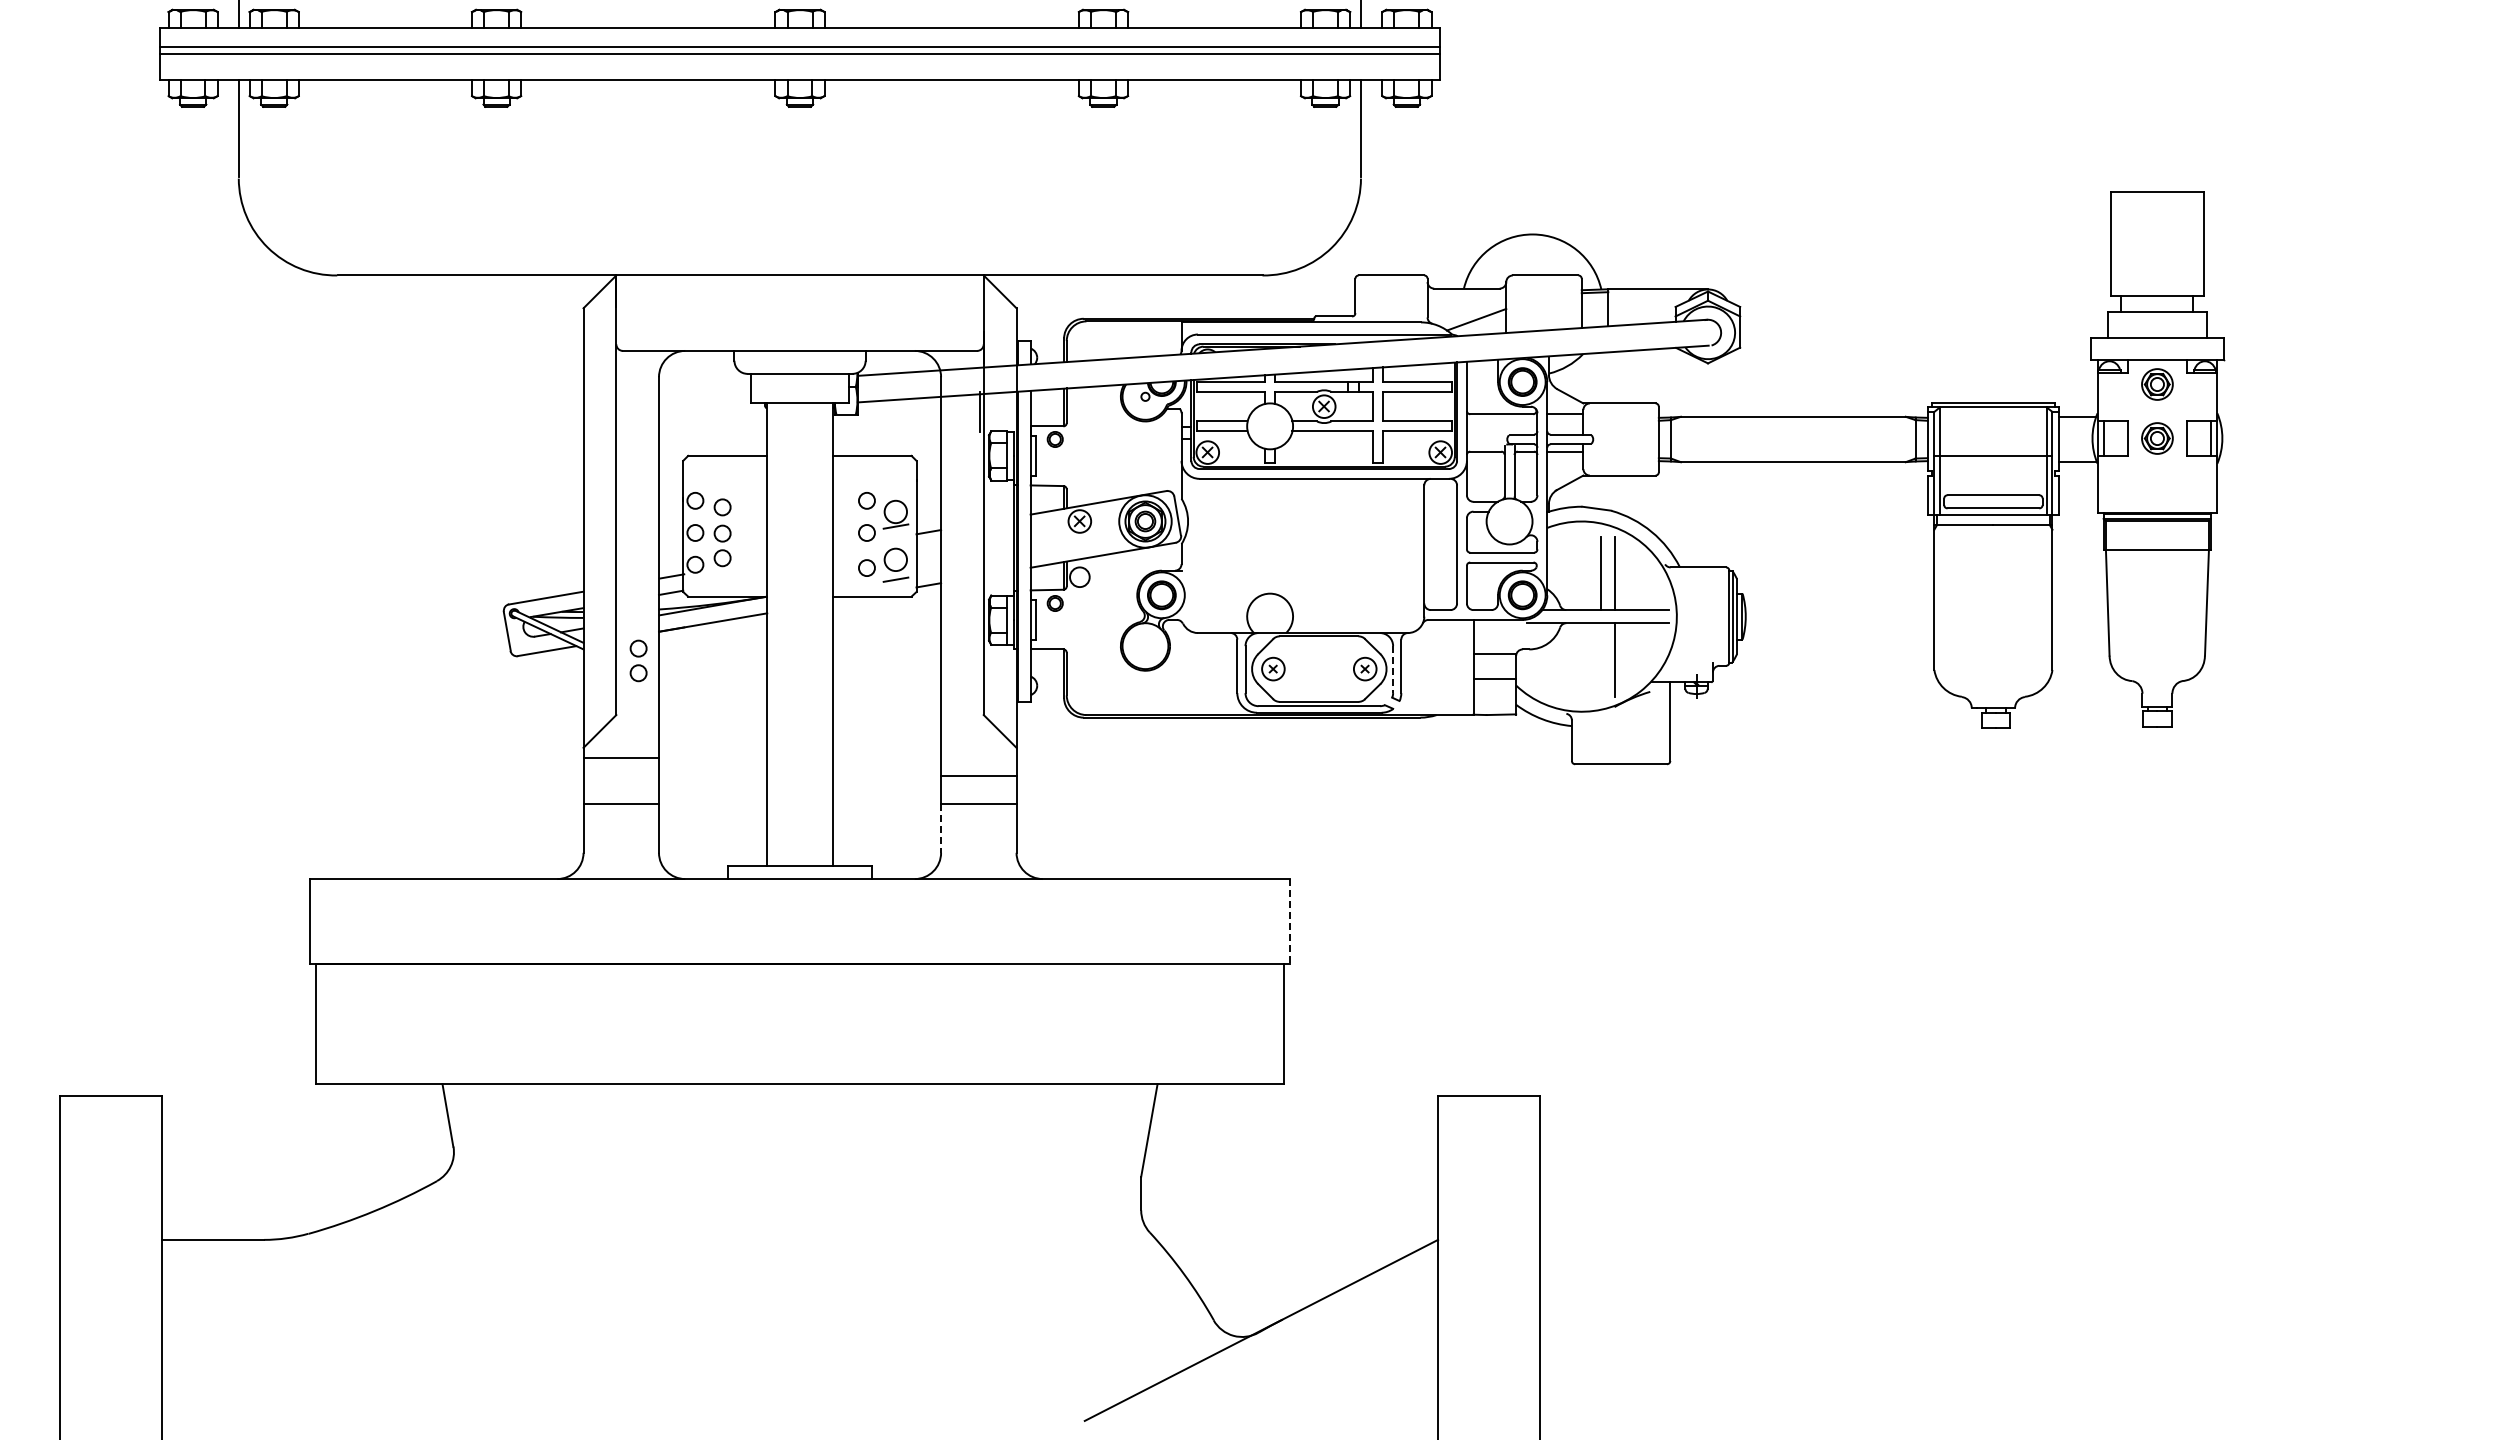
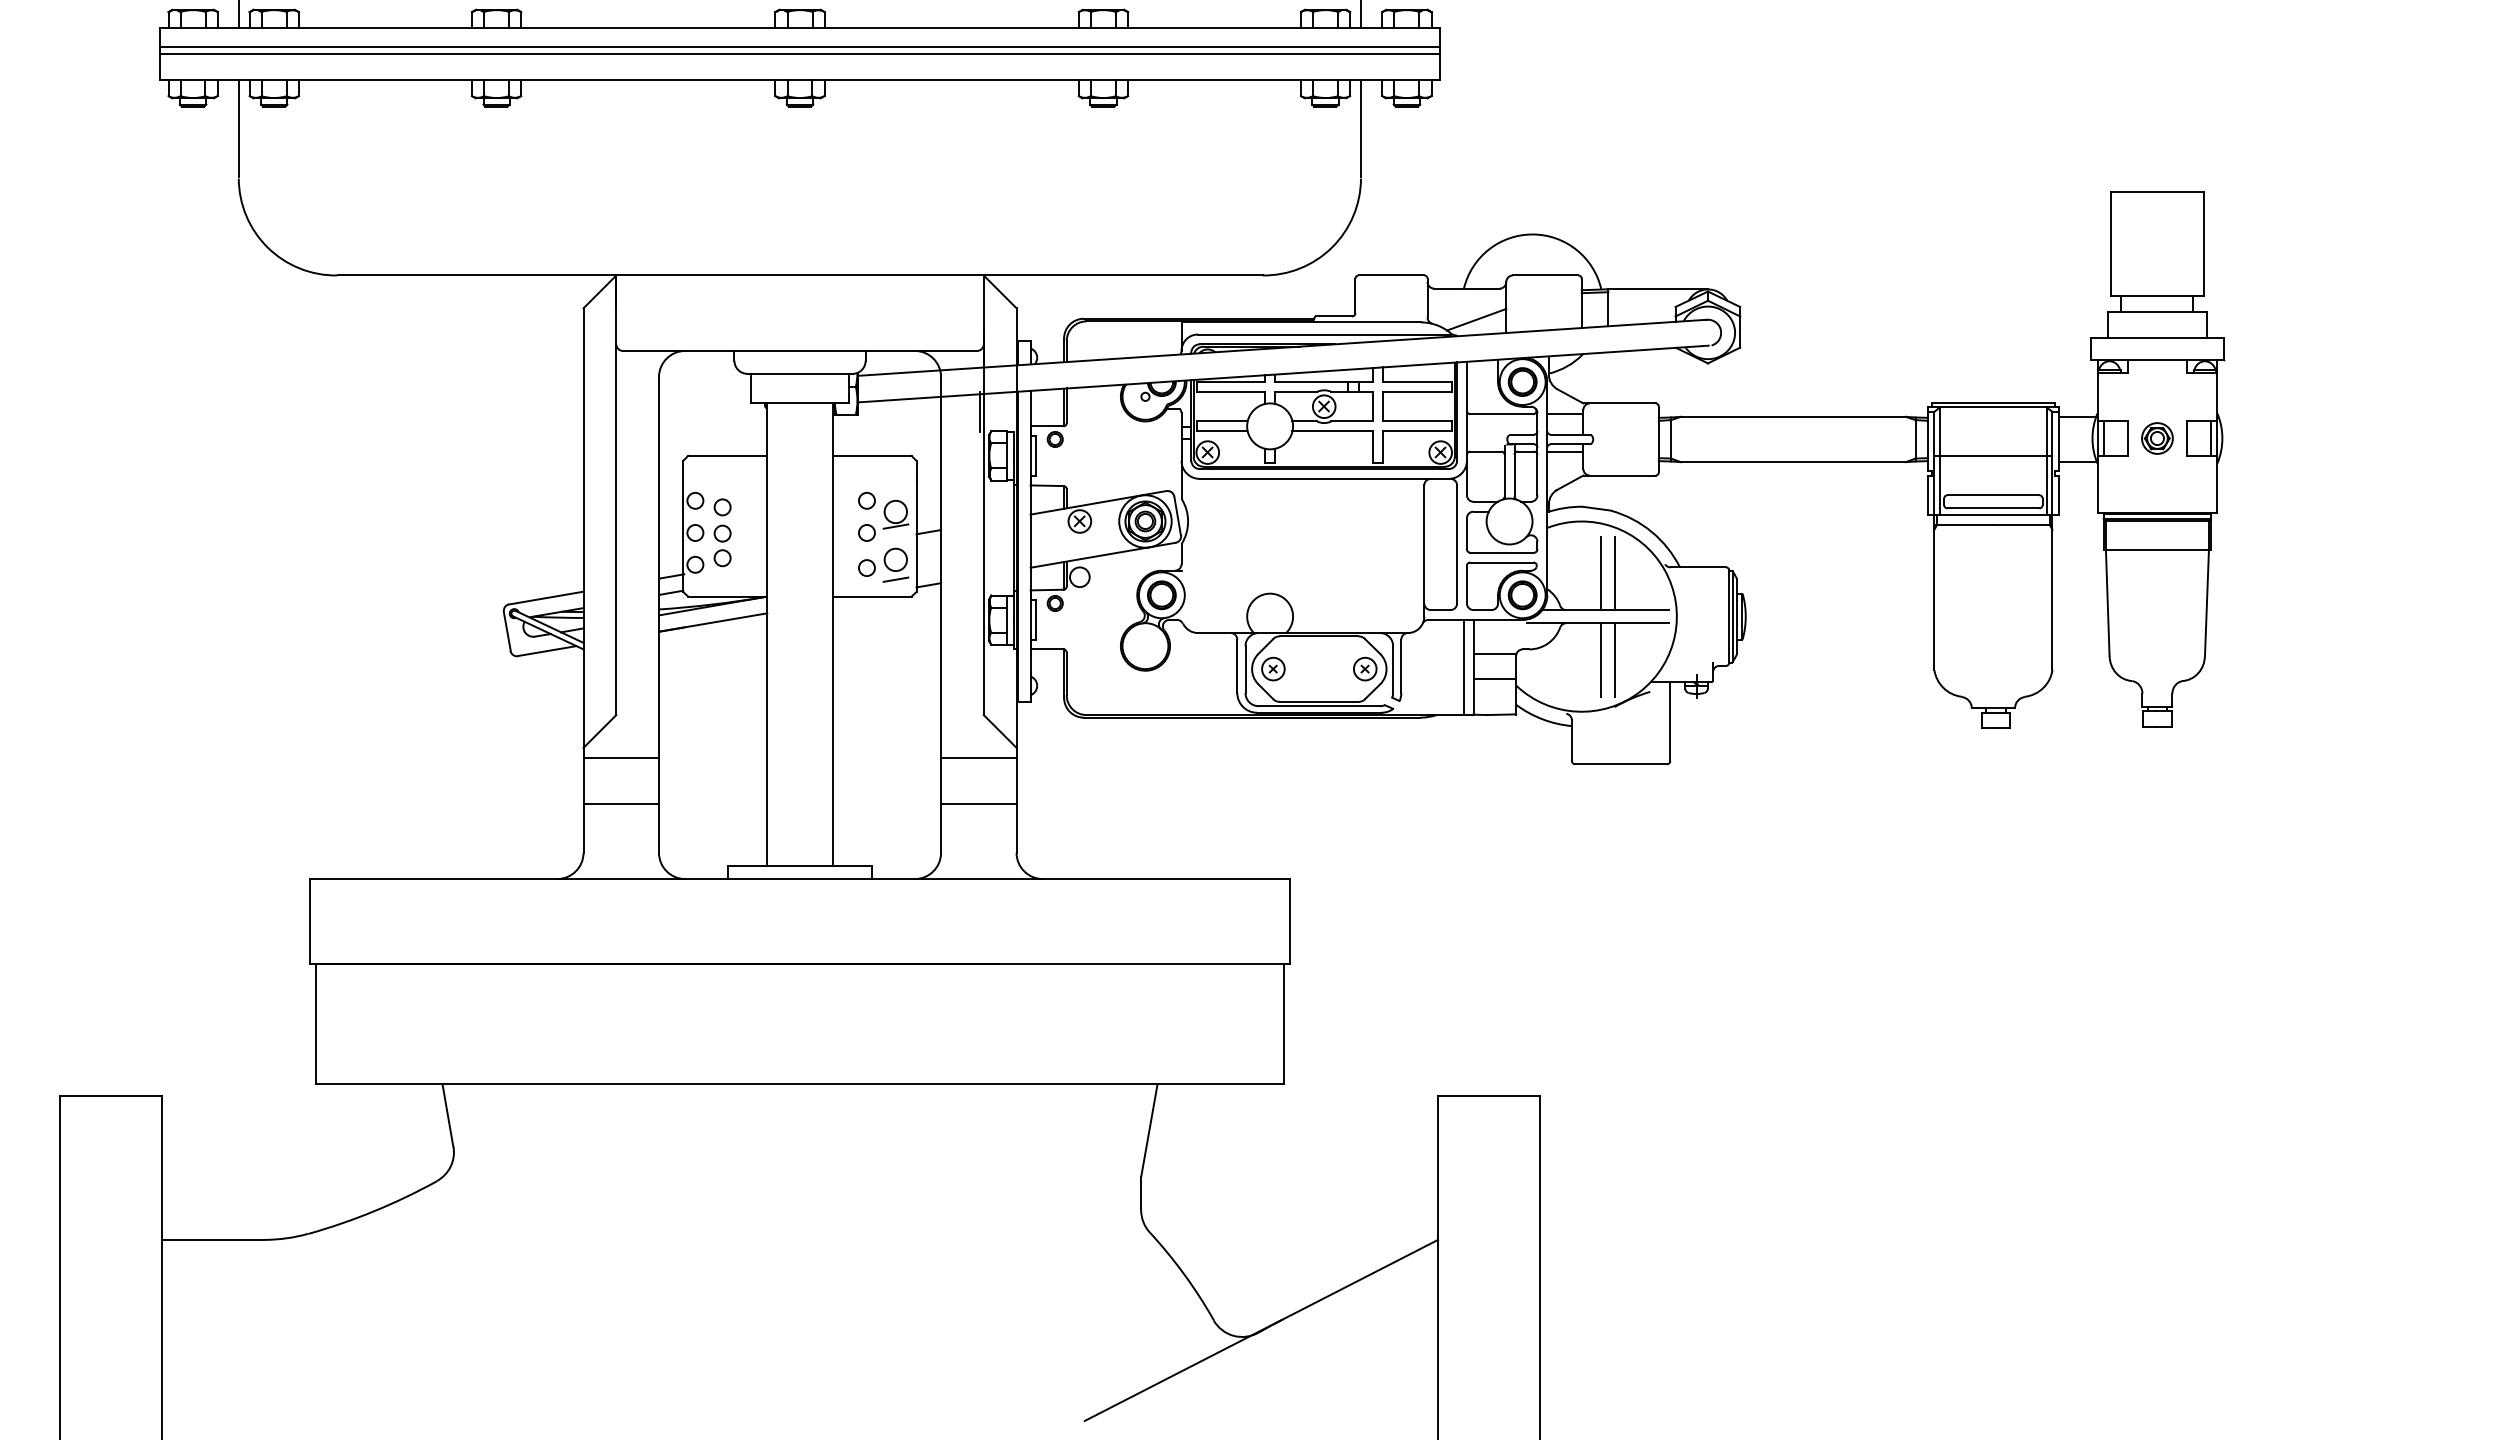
part at (2157, 384): present -> none
line at (1601, 659): none -> present
part at (638, 660): present -> none
line at (1463, 667): none -> present
line at (1393, 670): dashed -> solid
line at (978, 775) position: (978, 775) -> (978, 757)
line at (941, 828): dashed -> solid
line at (1290, 921): dashed -> solid
